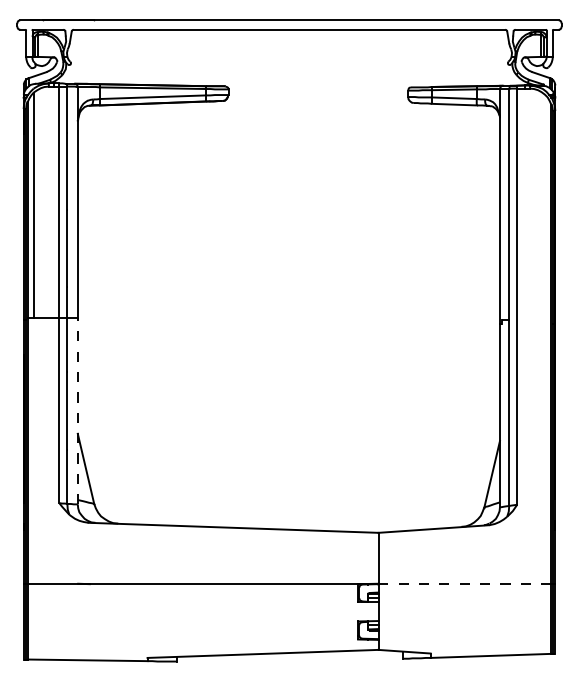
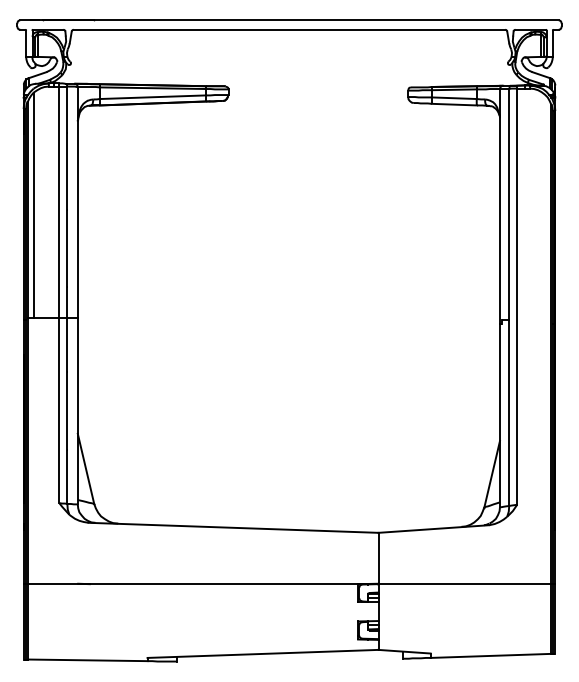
line at (77, 410): dashed -> solid
line at (464, 583): dashed -> solid
